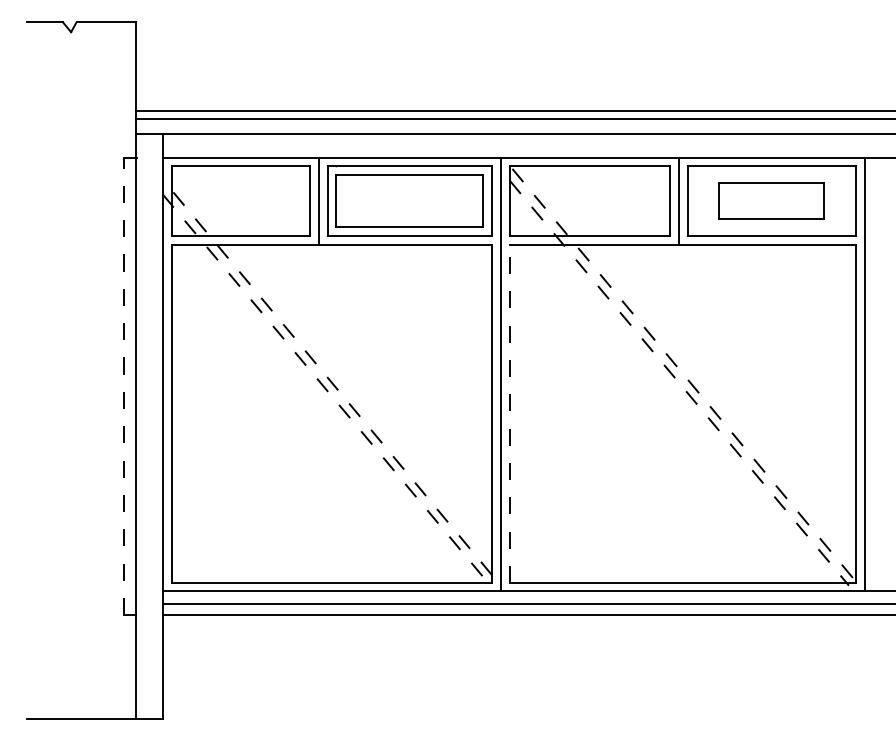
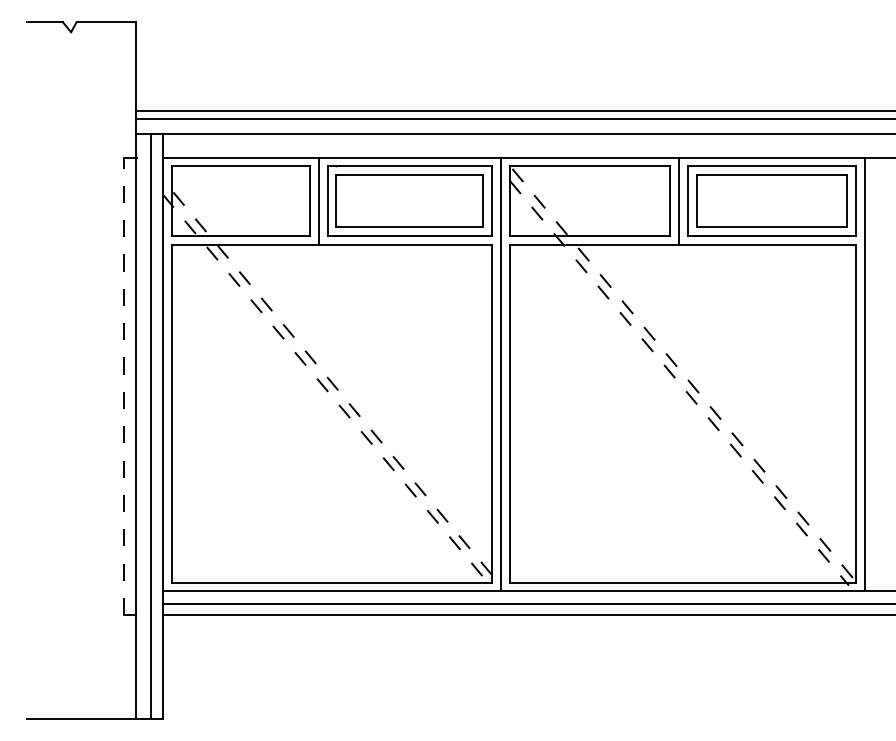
part at (771, 200) size: 107x38 px -> 152x54 px
line at (509, 413): dashed -> solid
line at (150, 426): none -> present
